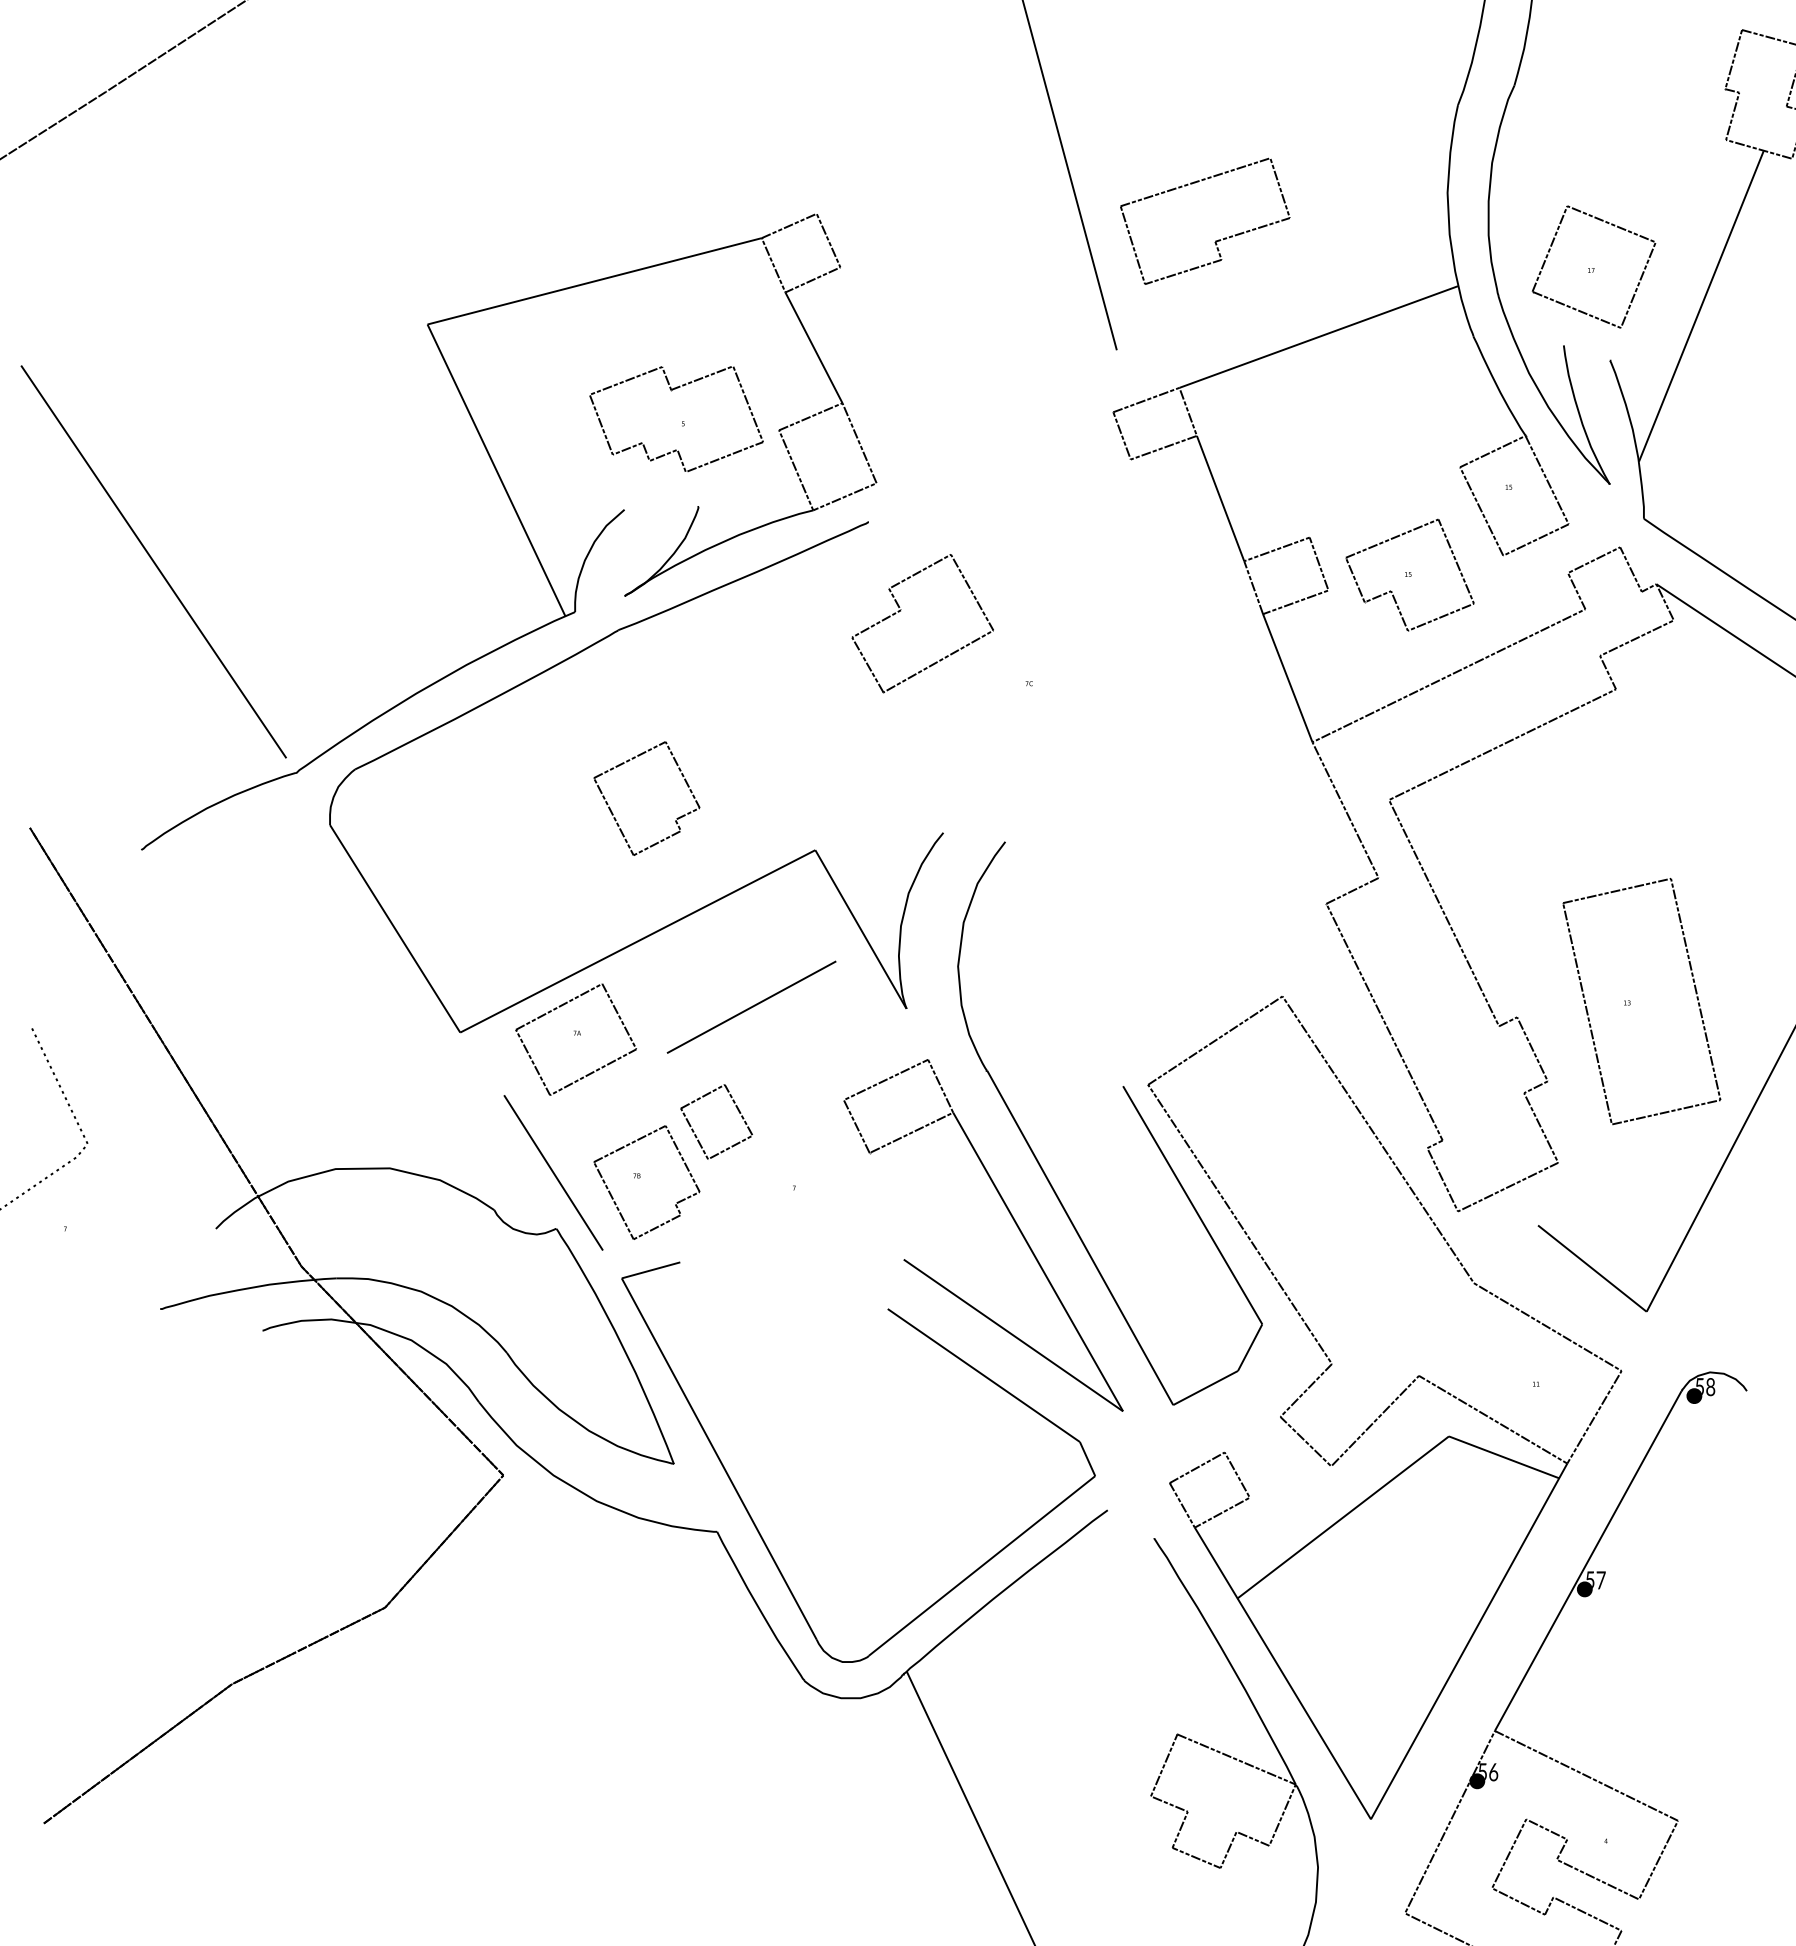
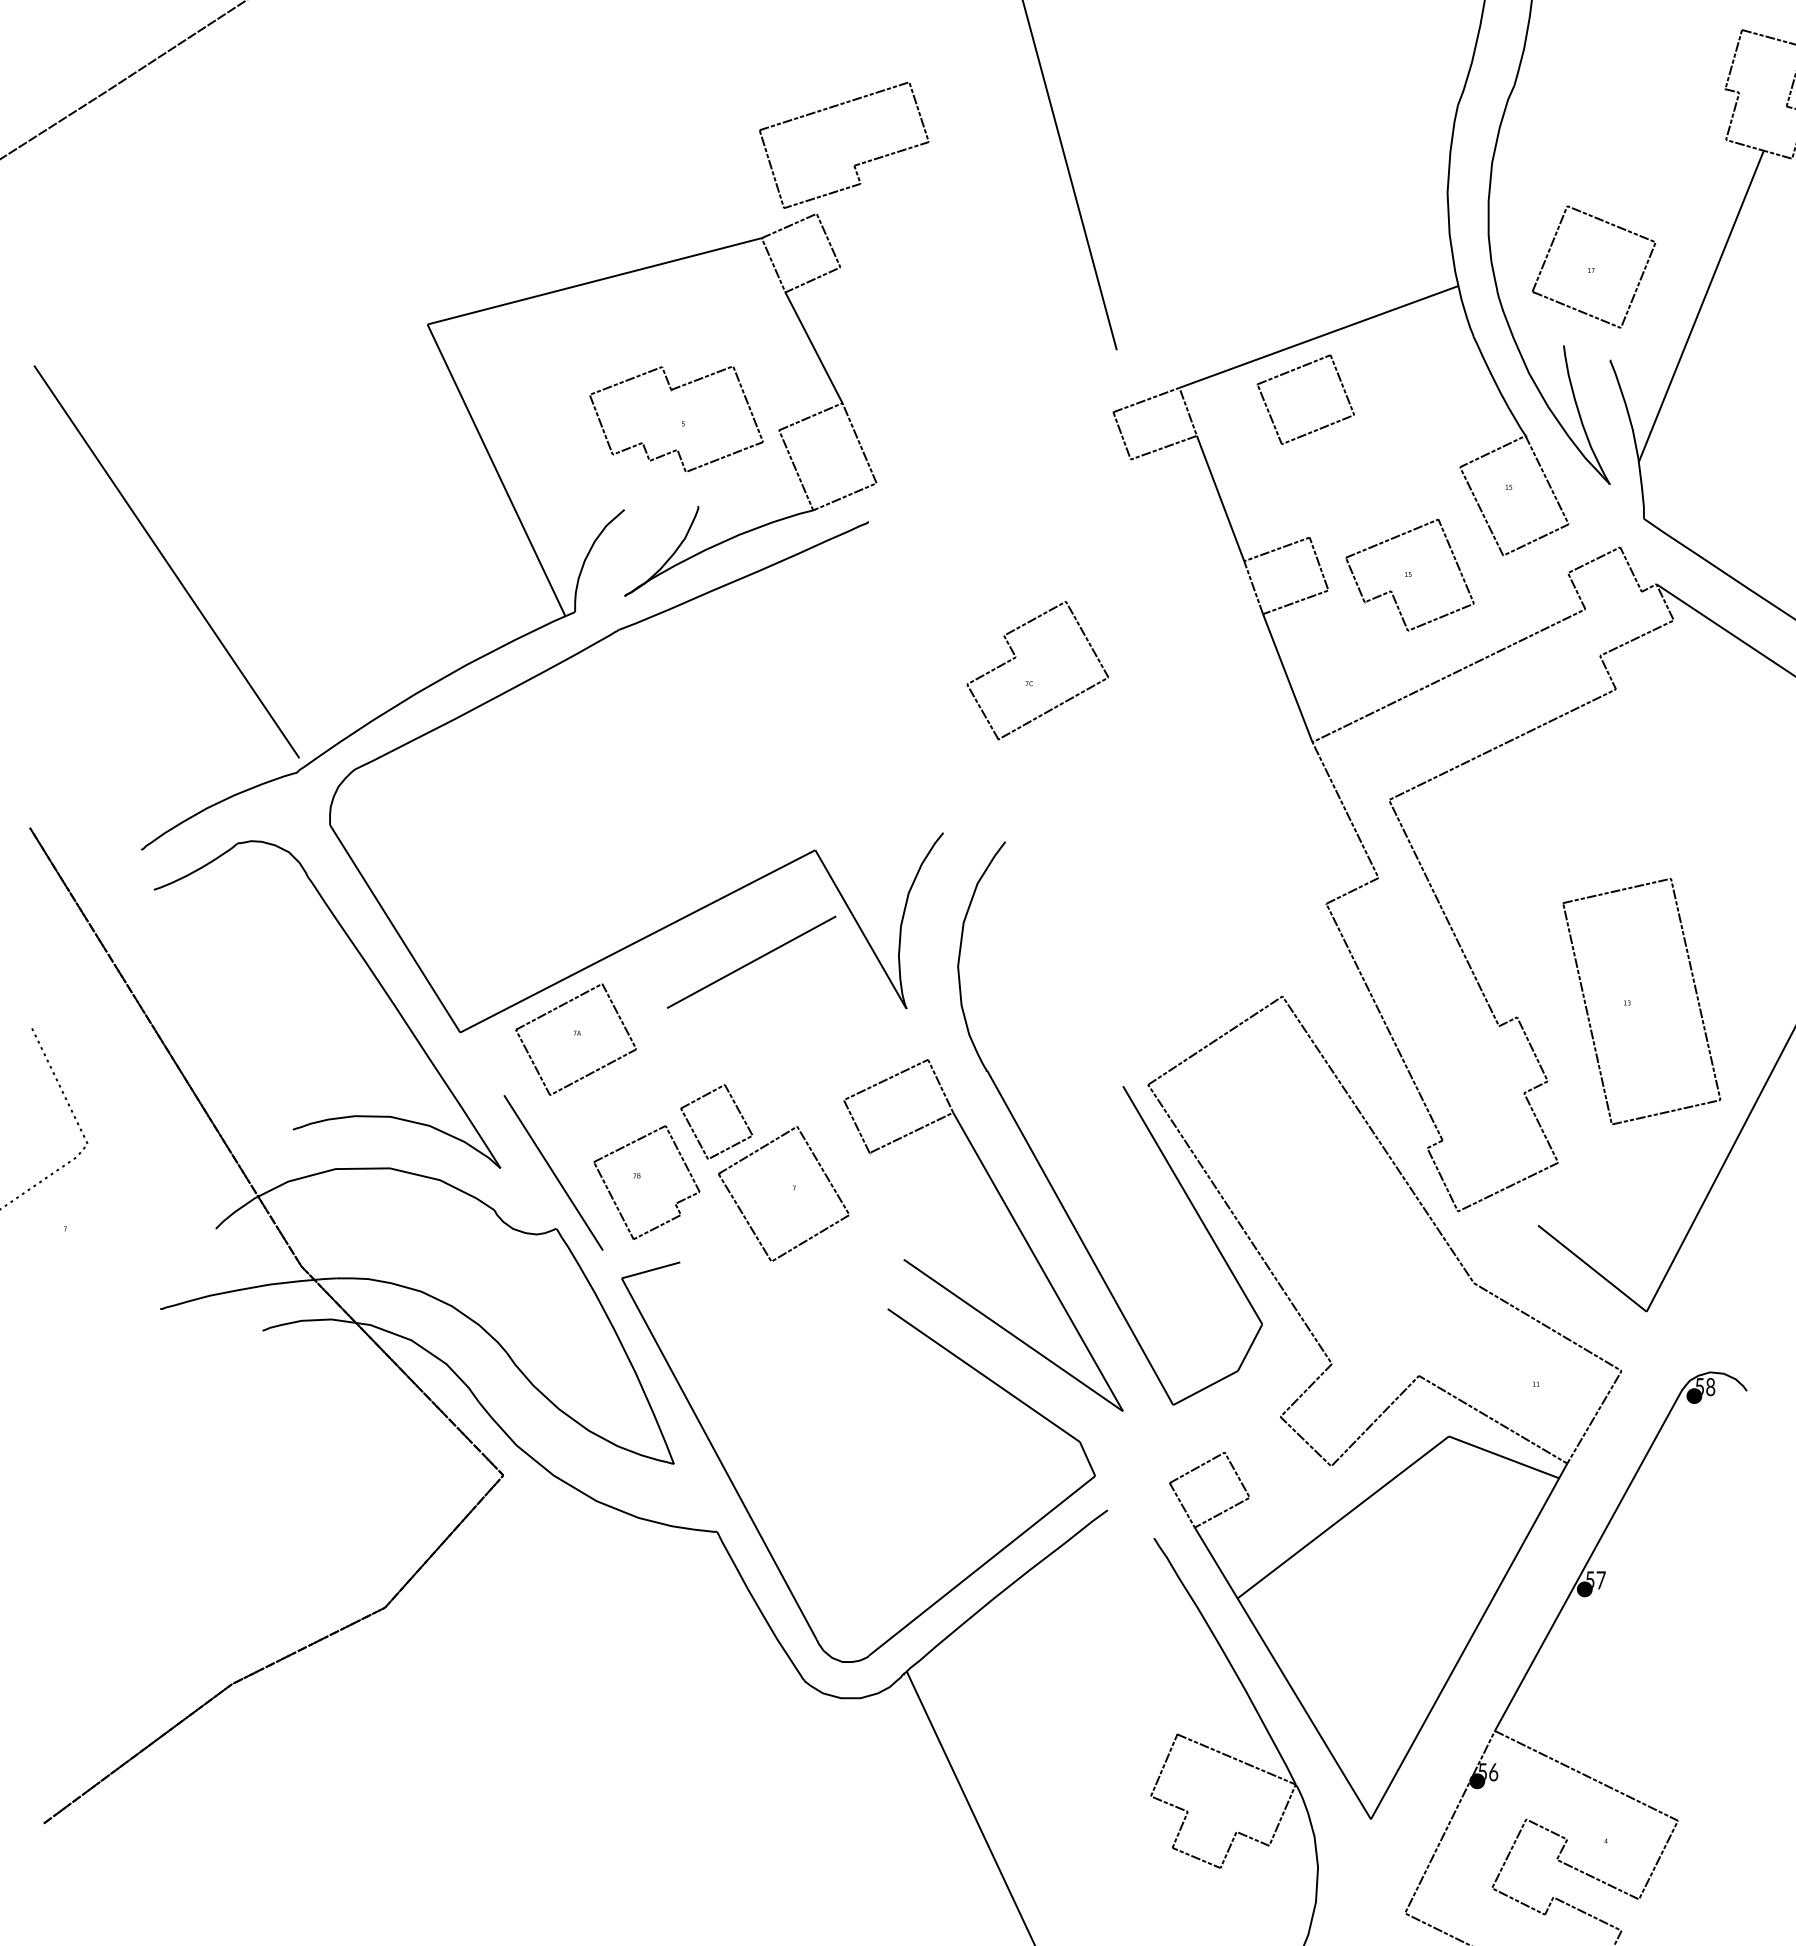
part at (1215, 240) position: (1215, 240) -> (854, 164)
part at (1292, 371): none -> present
line at (153, 561) position: (153, 561) -> (166, 561)
part at (901, 610) position: (901, 610) -> (1016, 657)
part at (676, 818): present -> none
part at (372, 974): none -> present
line at (751, 1006) position: (751, 1006) -> (751, 961)
part at (745, 1216): none -> present
